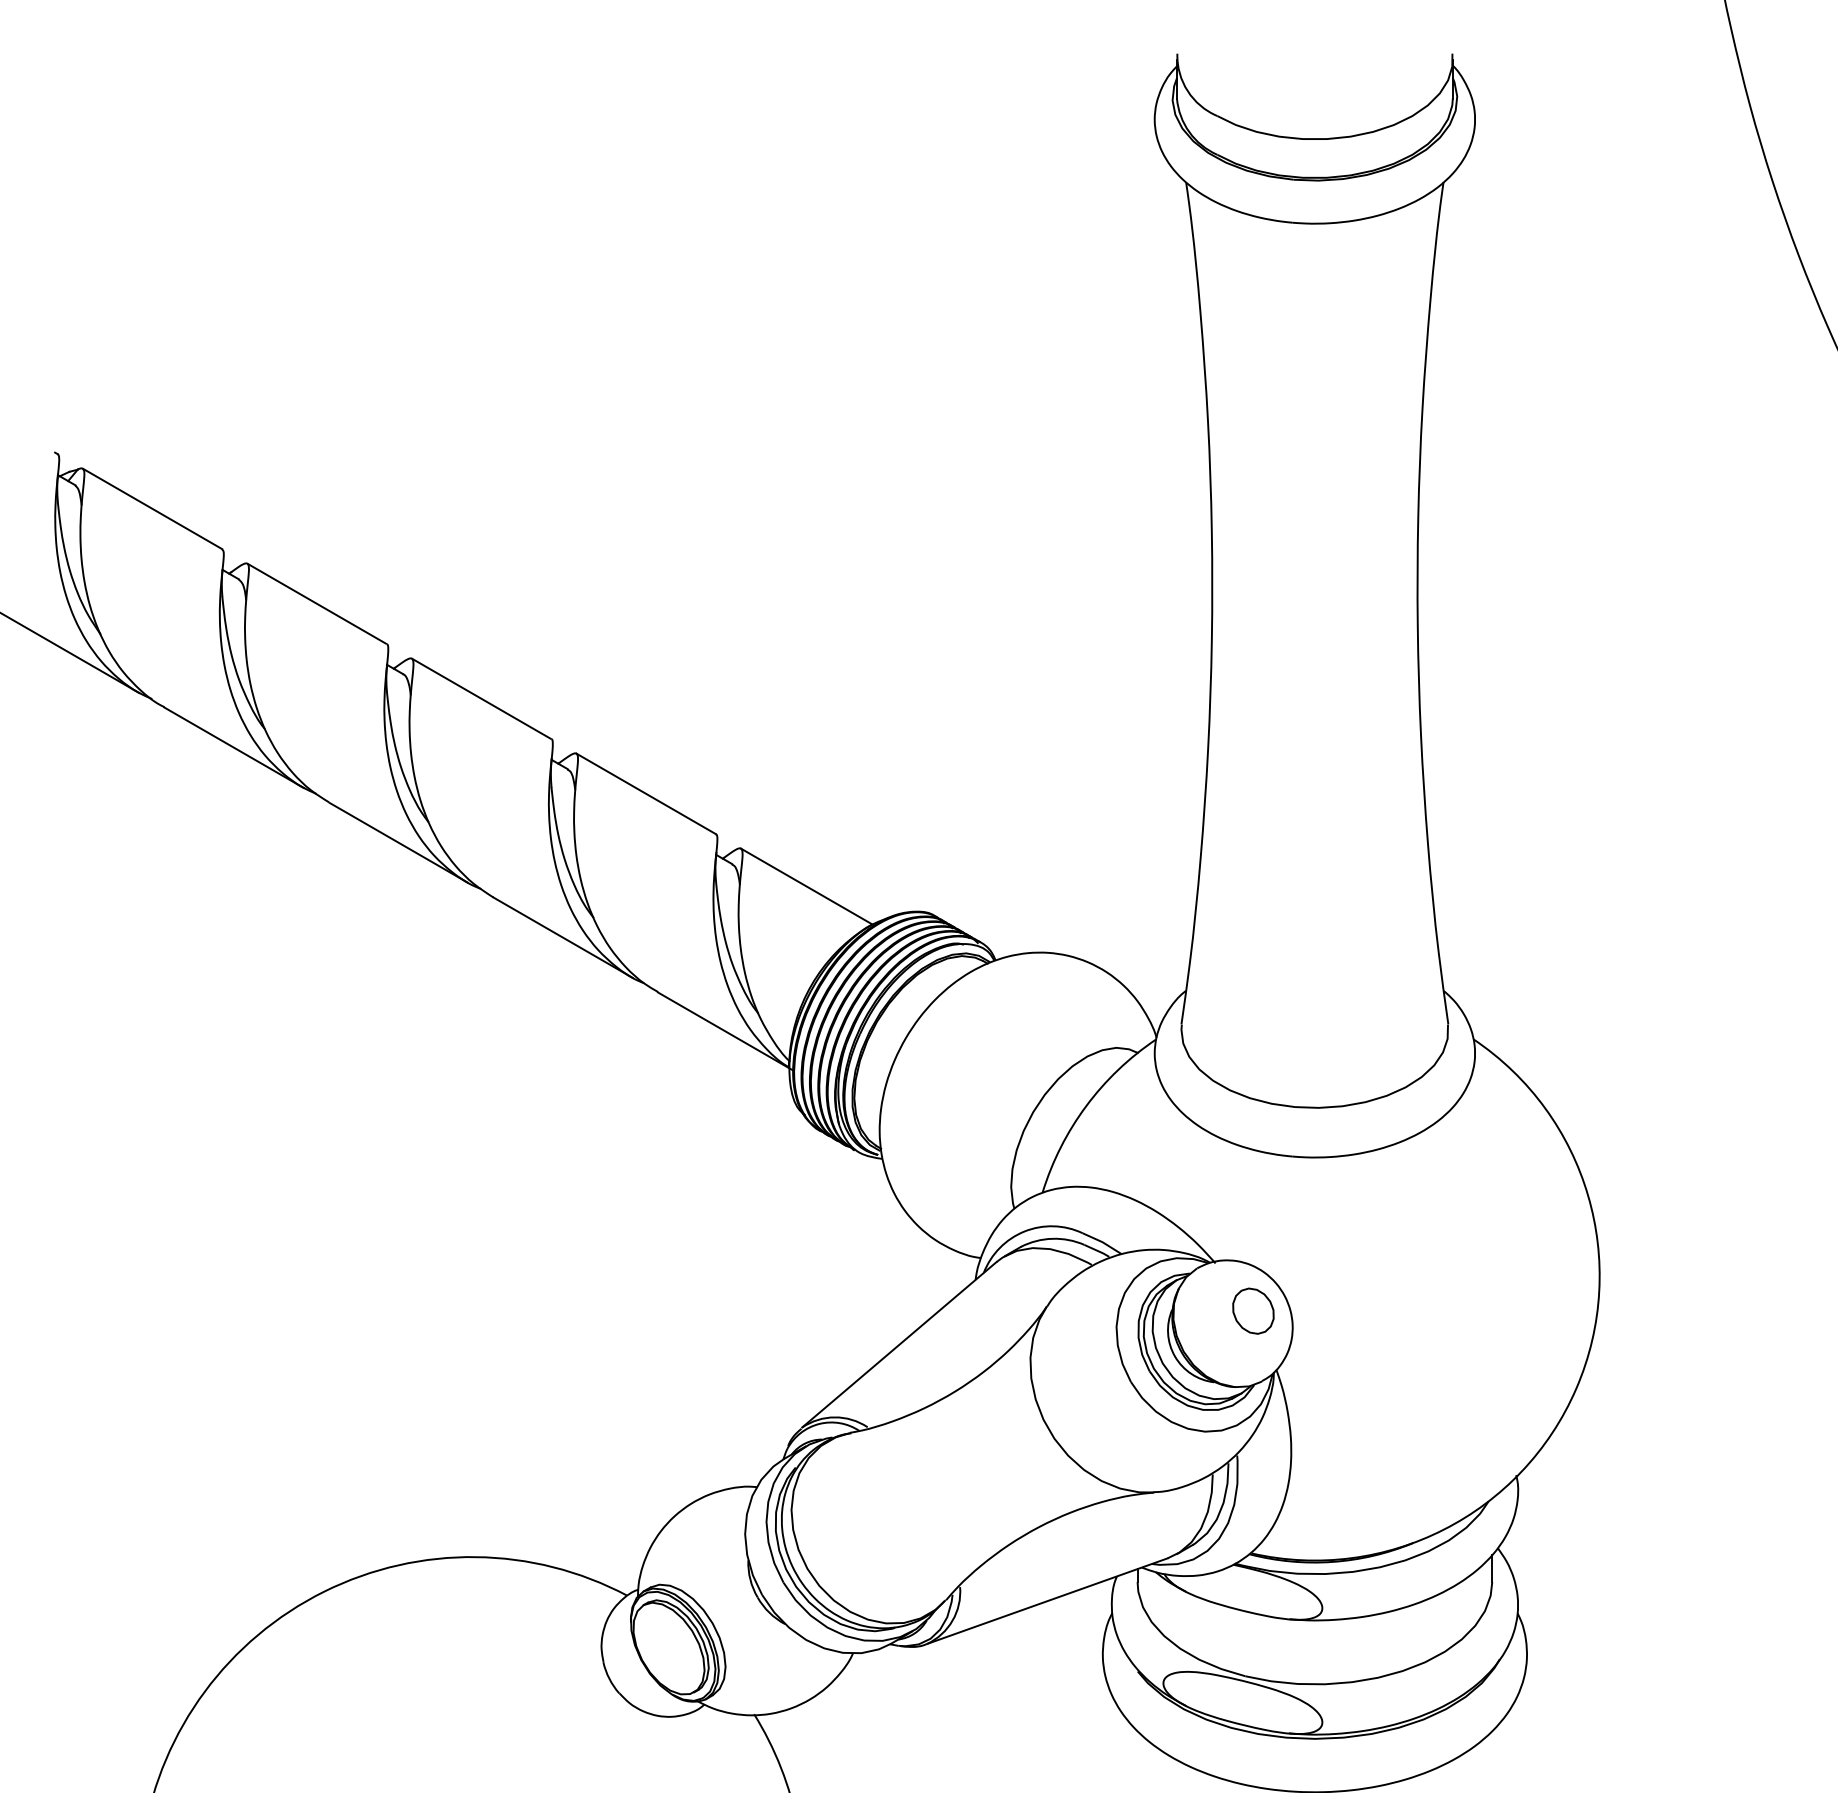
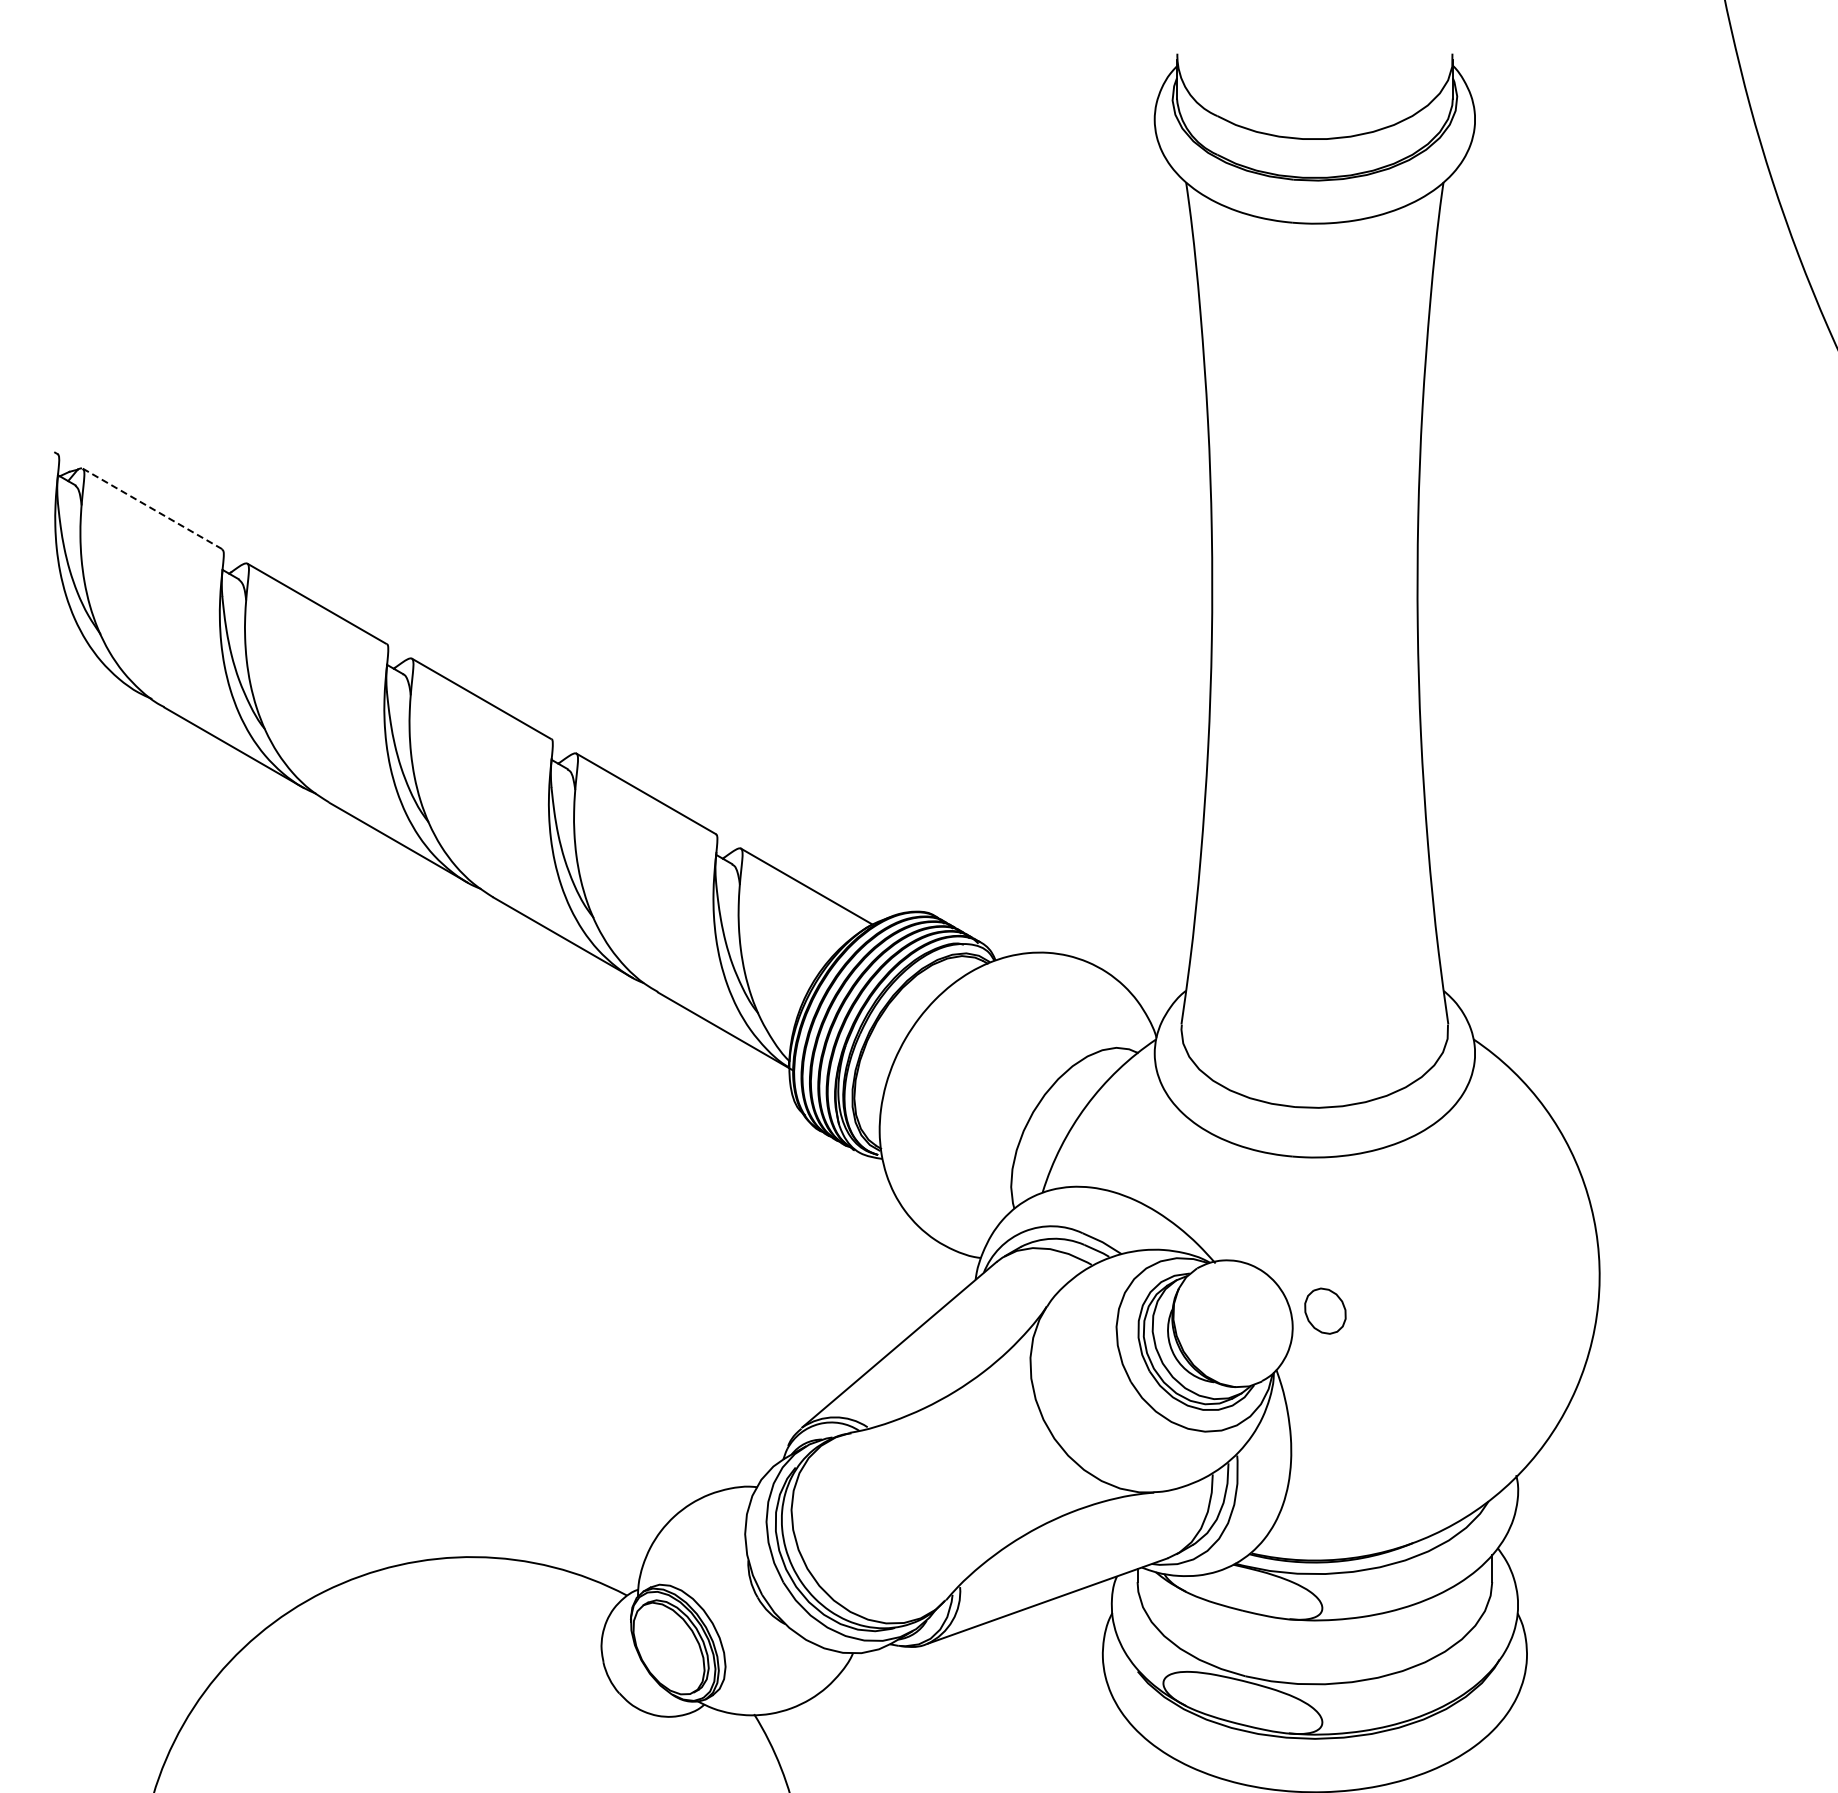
line at (152, 508): solid -> dashed
line at (70, 652): present -> none
part at (1253, 1310) position: (1253, 1310) -> (1325, 1310)
